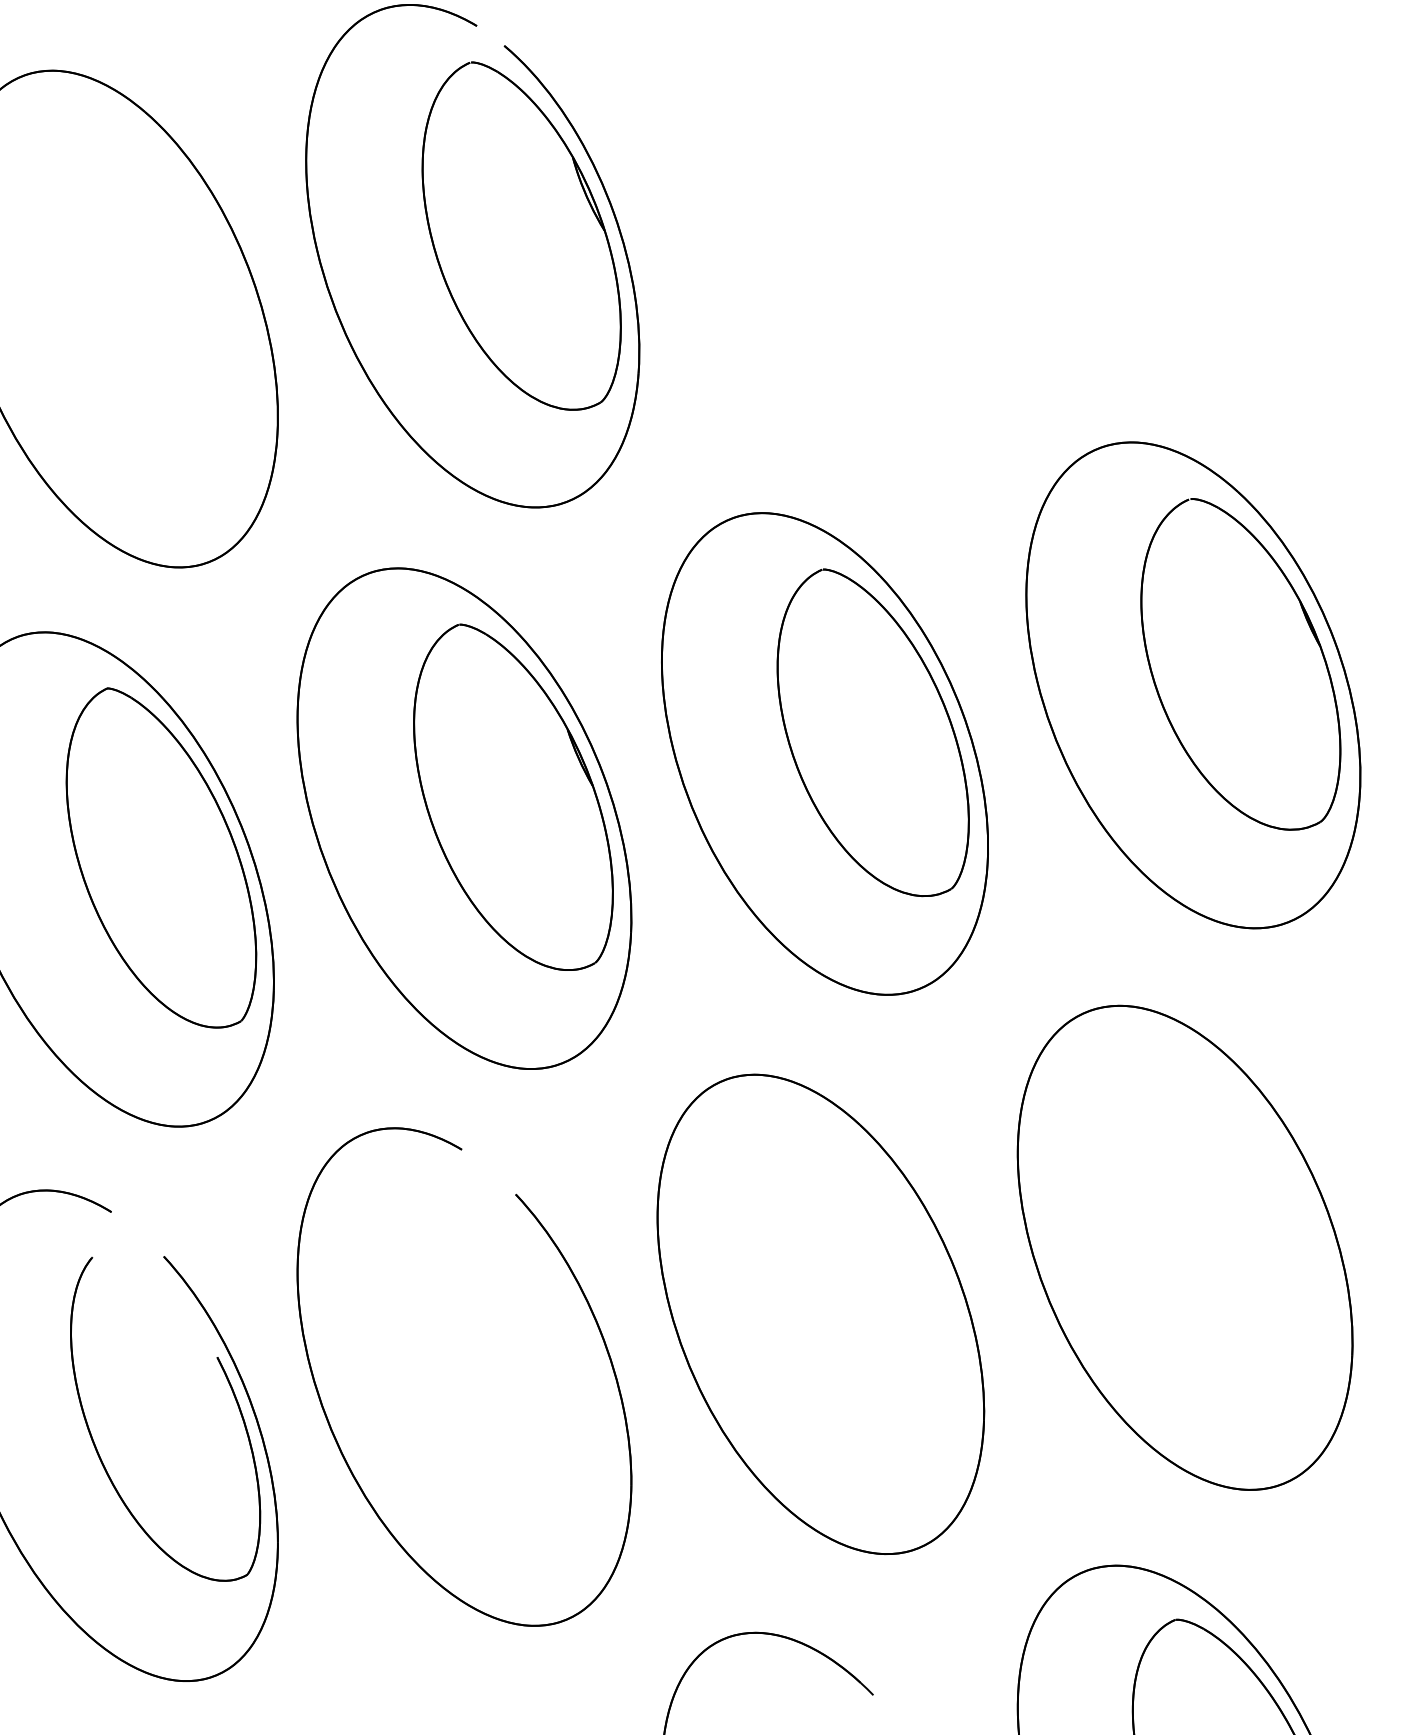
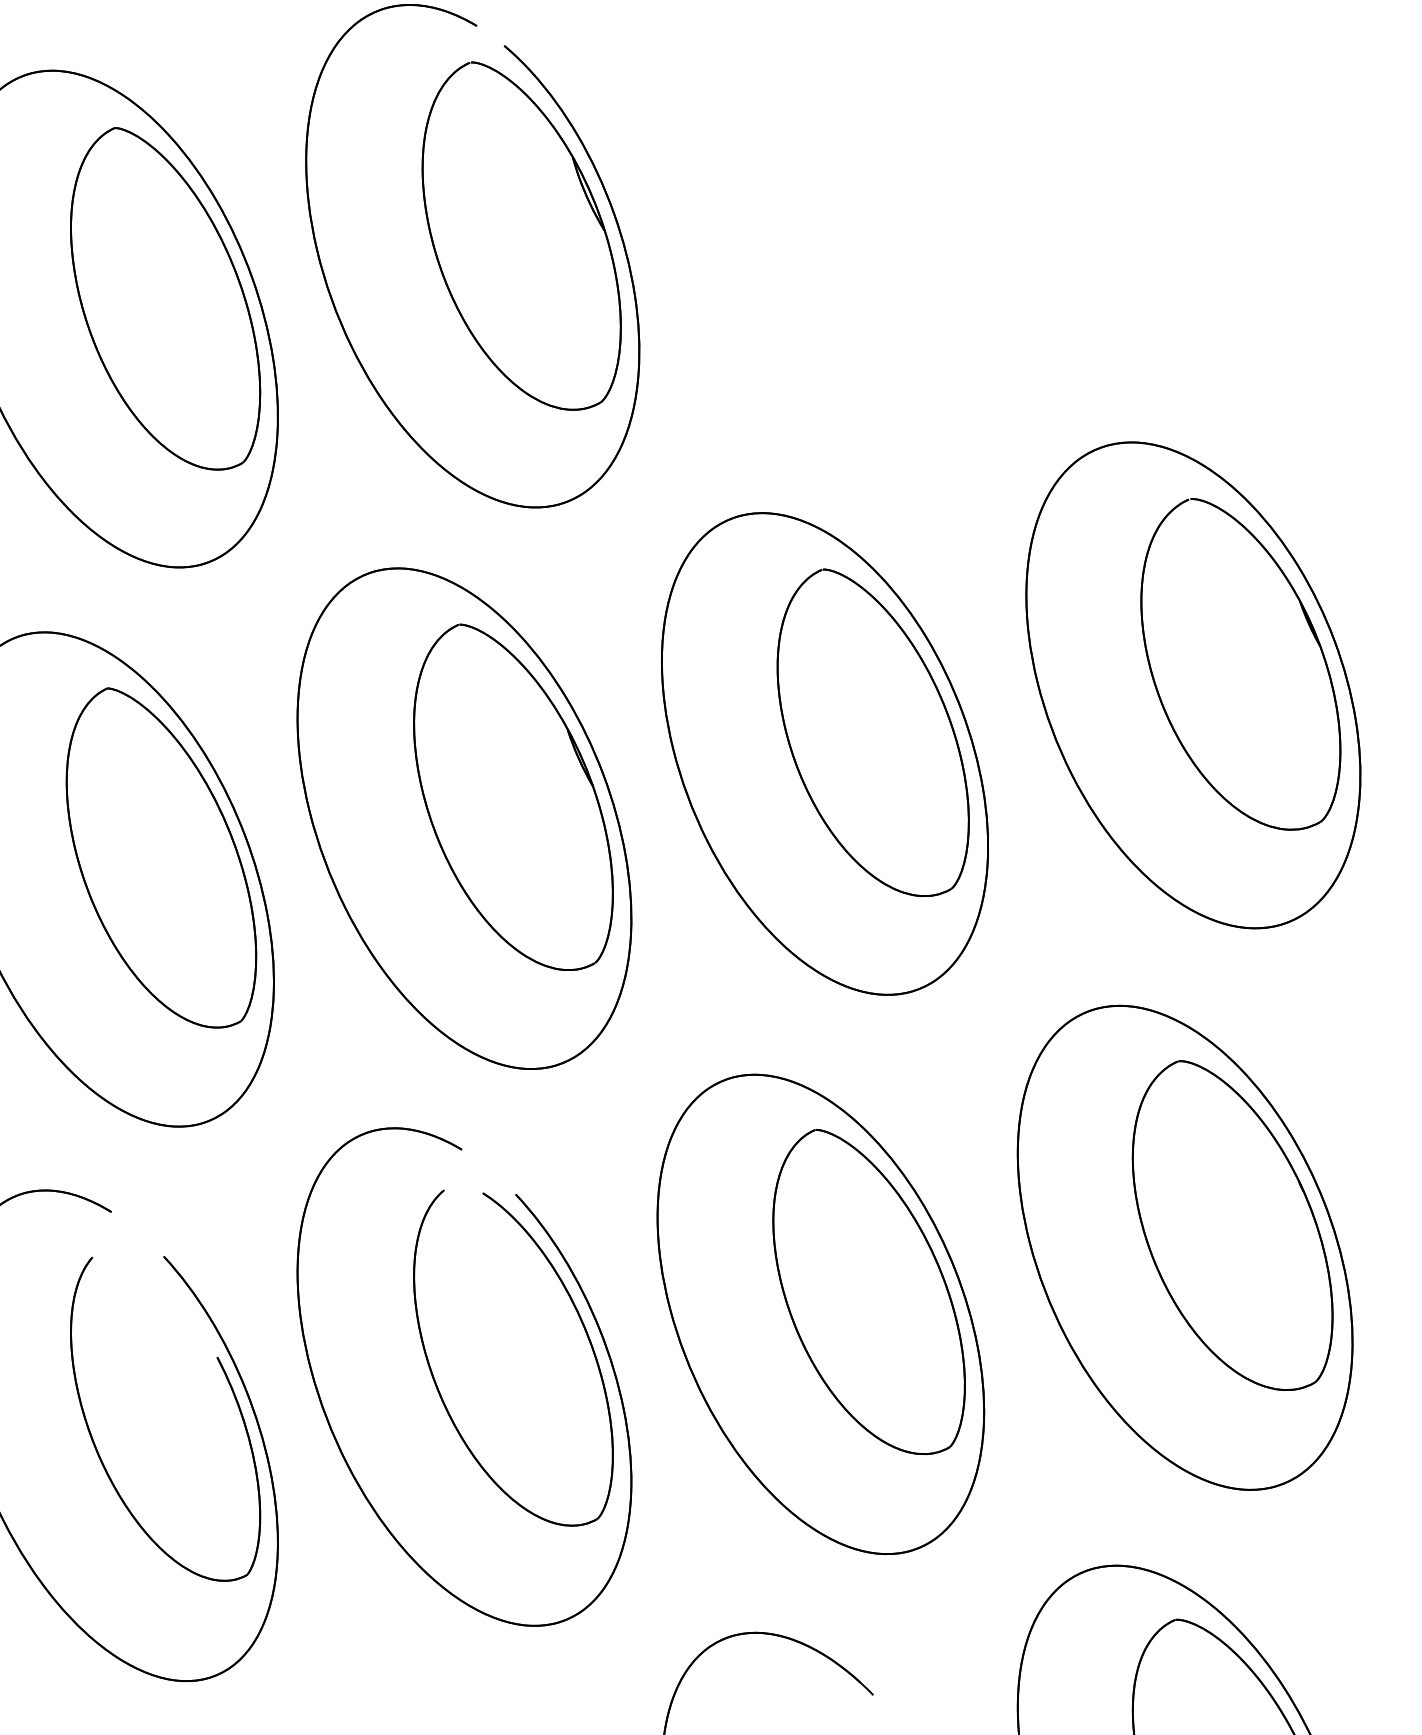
part at (165, 298): none -> present
part at (1232, 1225): none -> present
part at (868, 1292): none -> present
part at (583, 1328): none -> present
